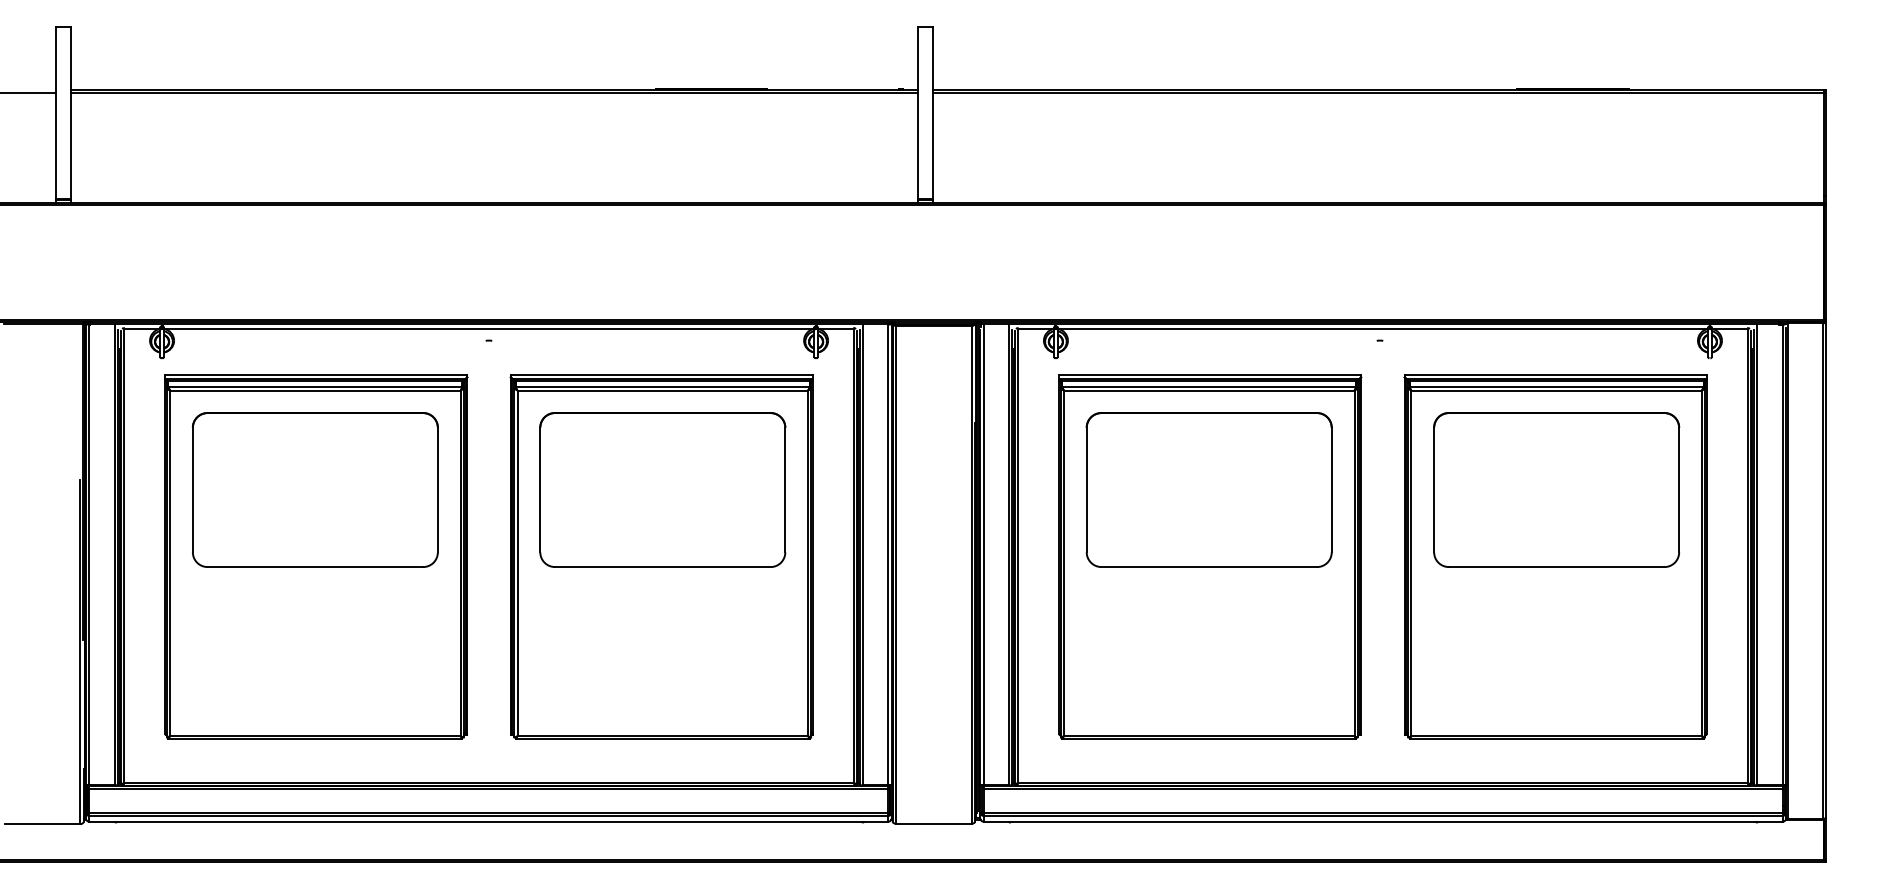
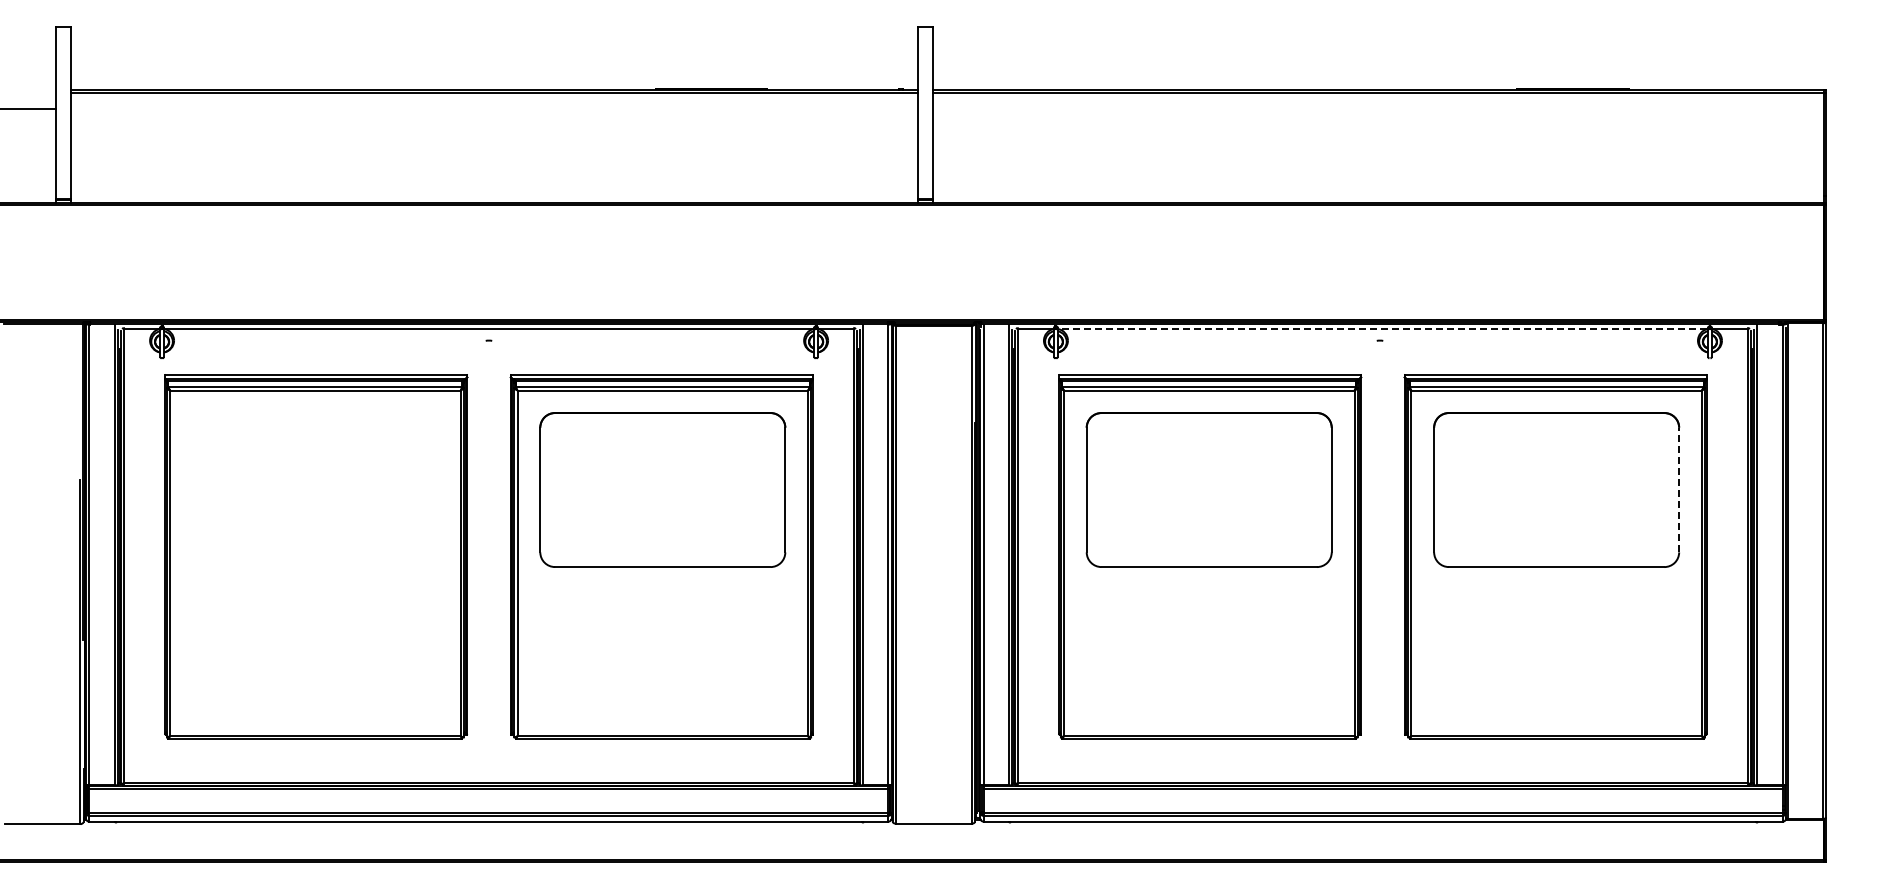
line at (29, 92) position: (29, 92) -> (29, 108)
line at (1382, 329): solid -> dashed
part at (314, 489): present -> none
line at (1679, 489): solid -> dashed
